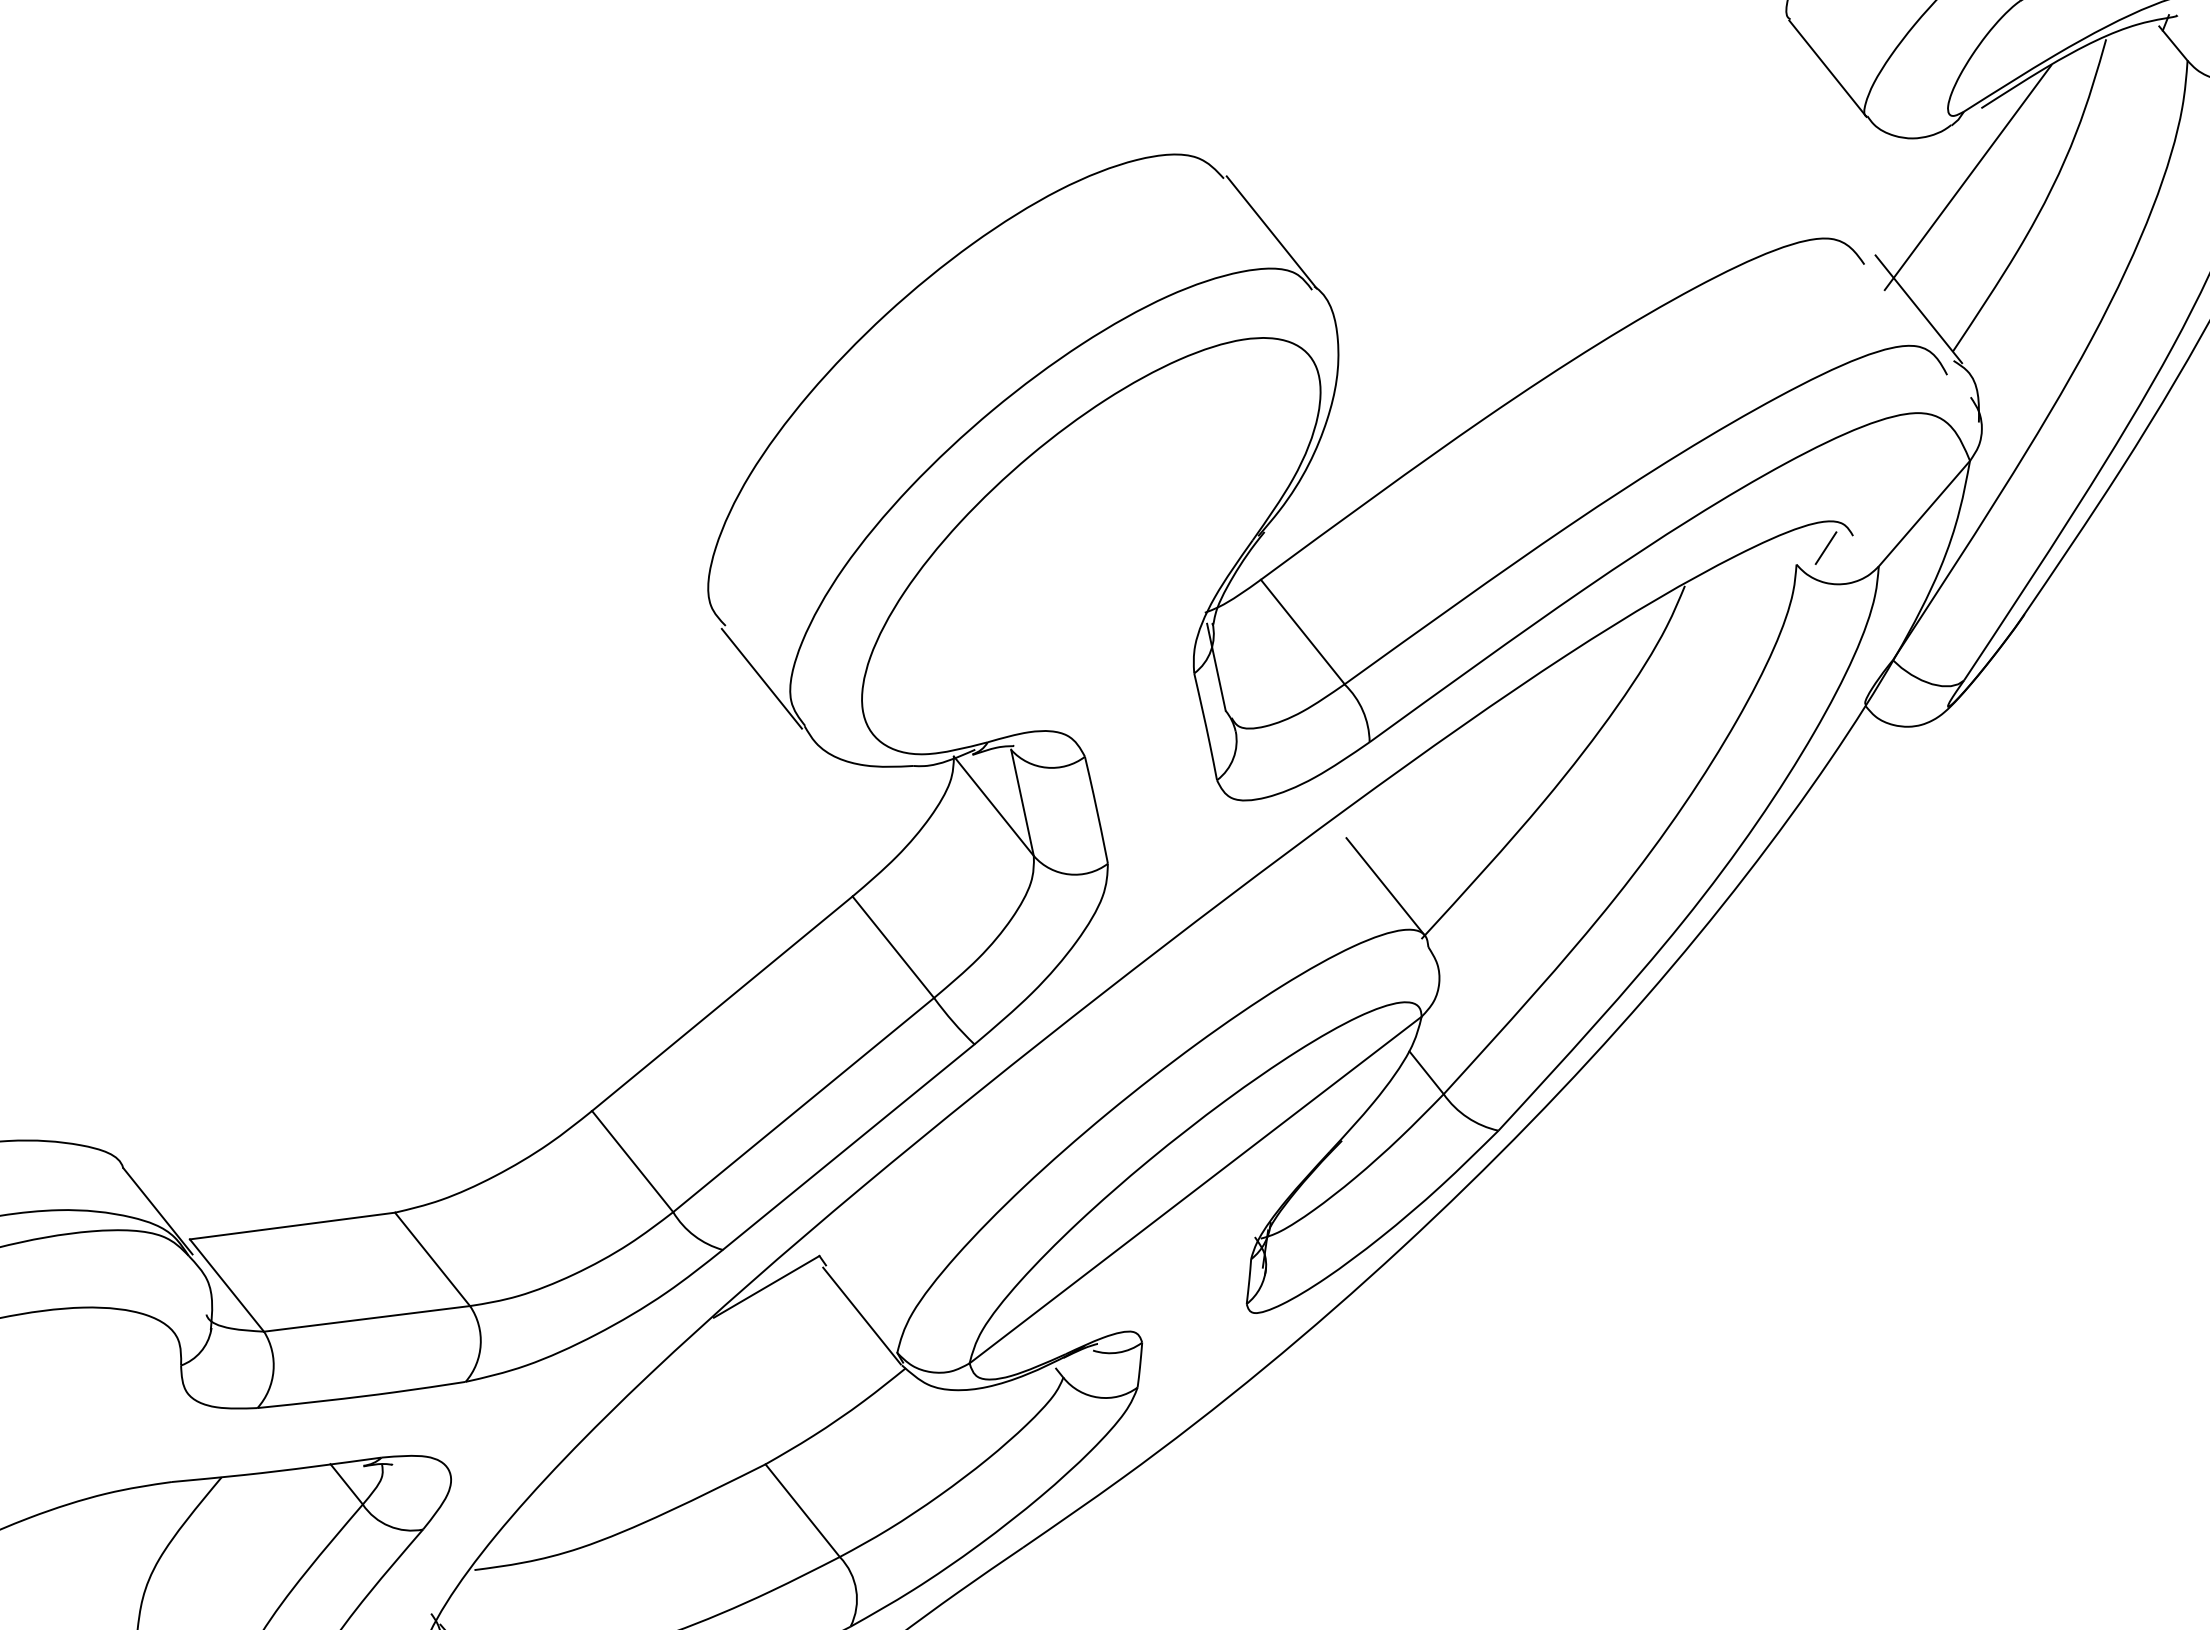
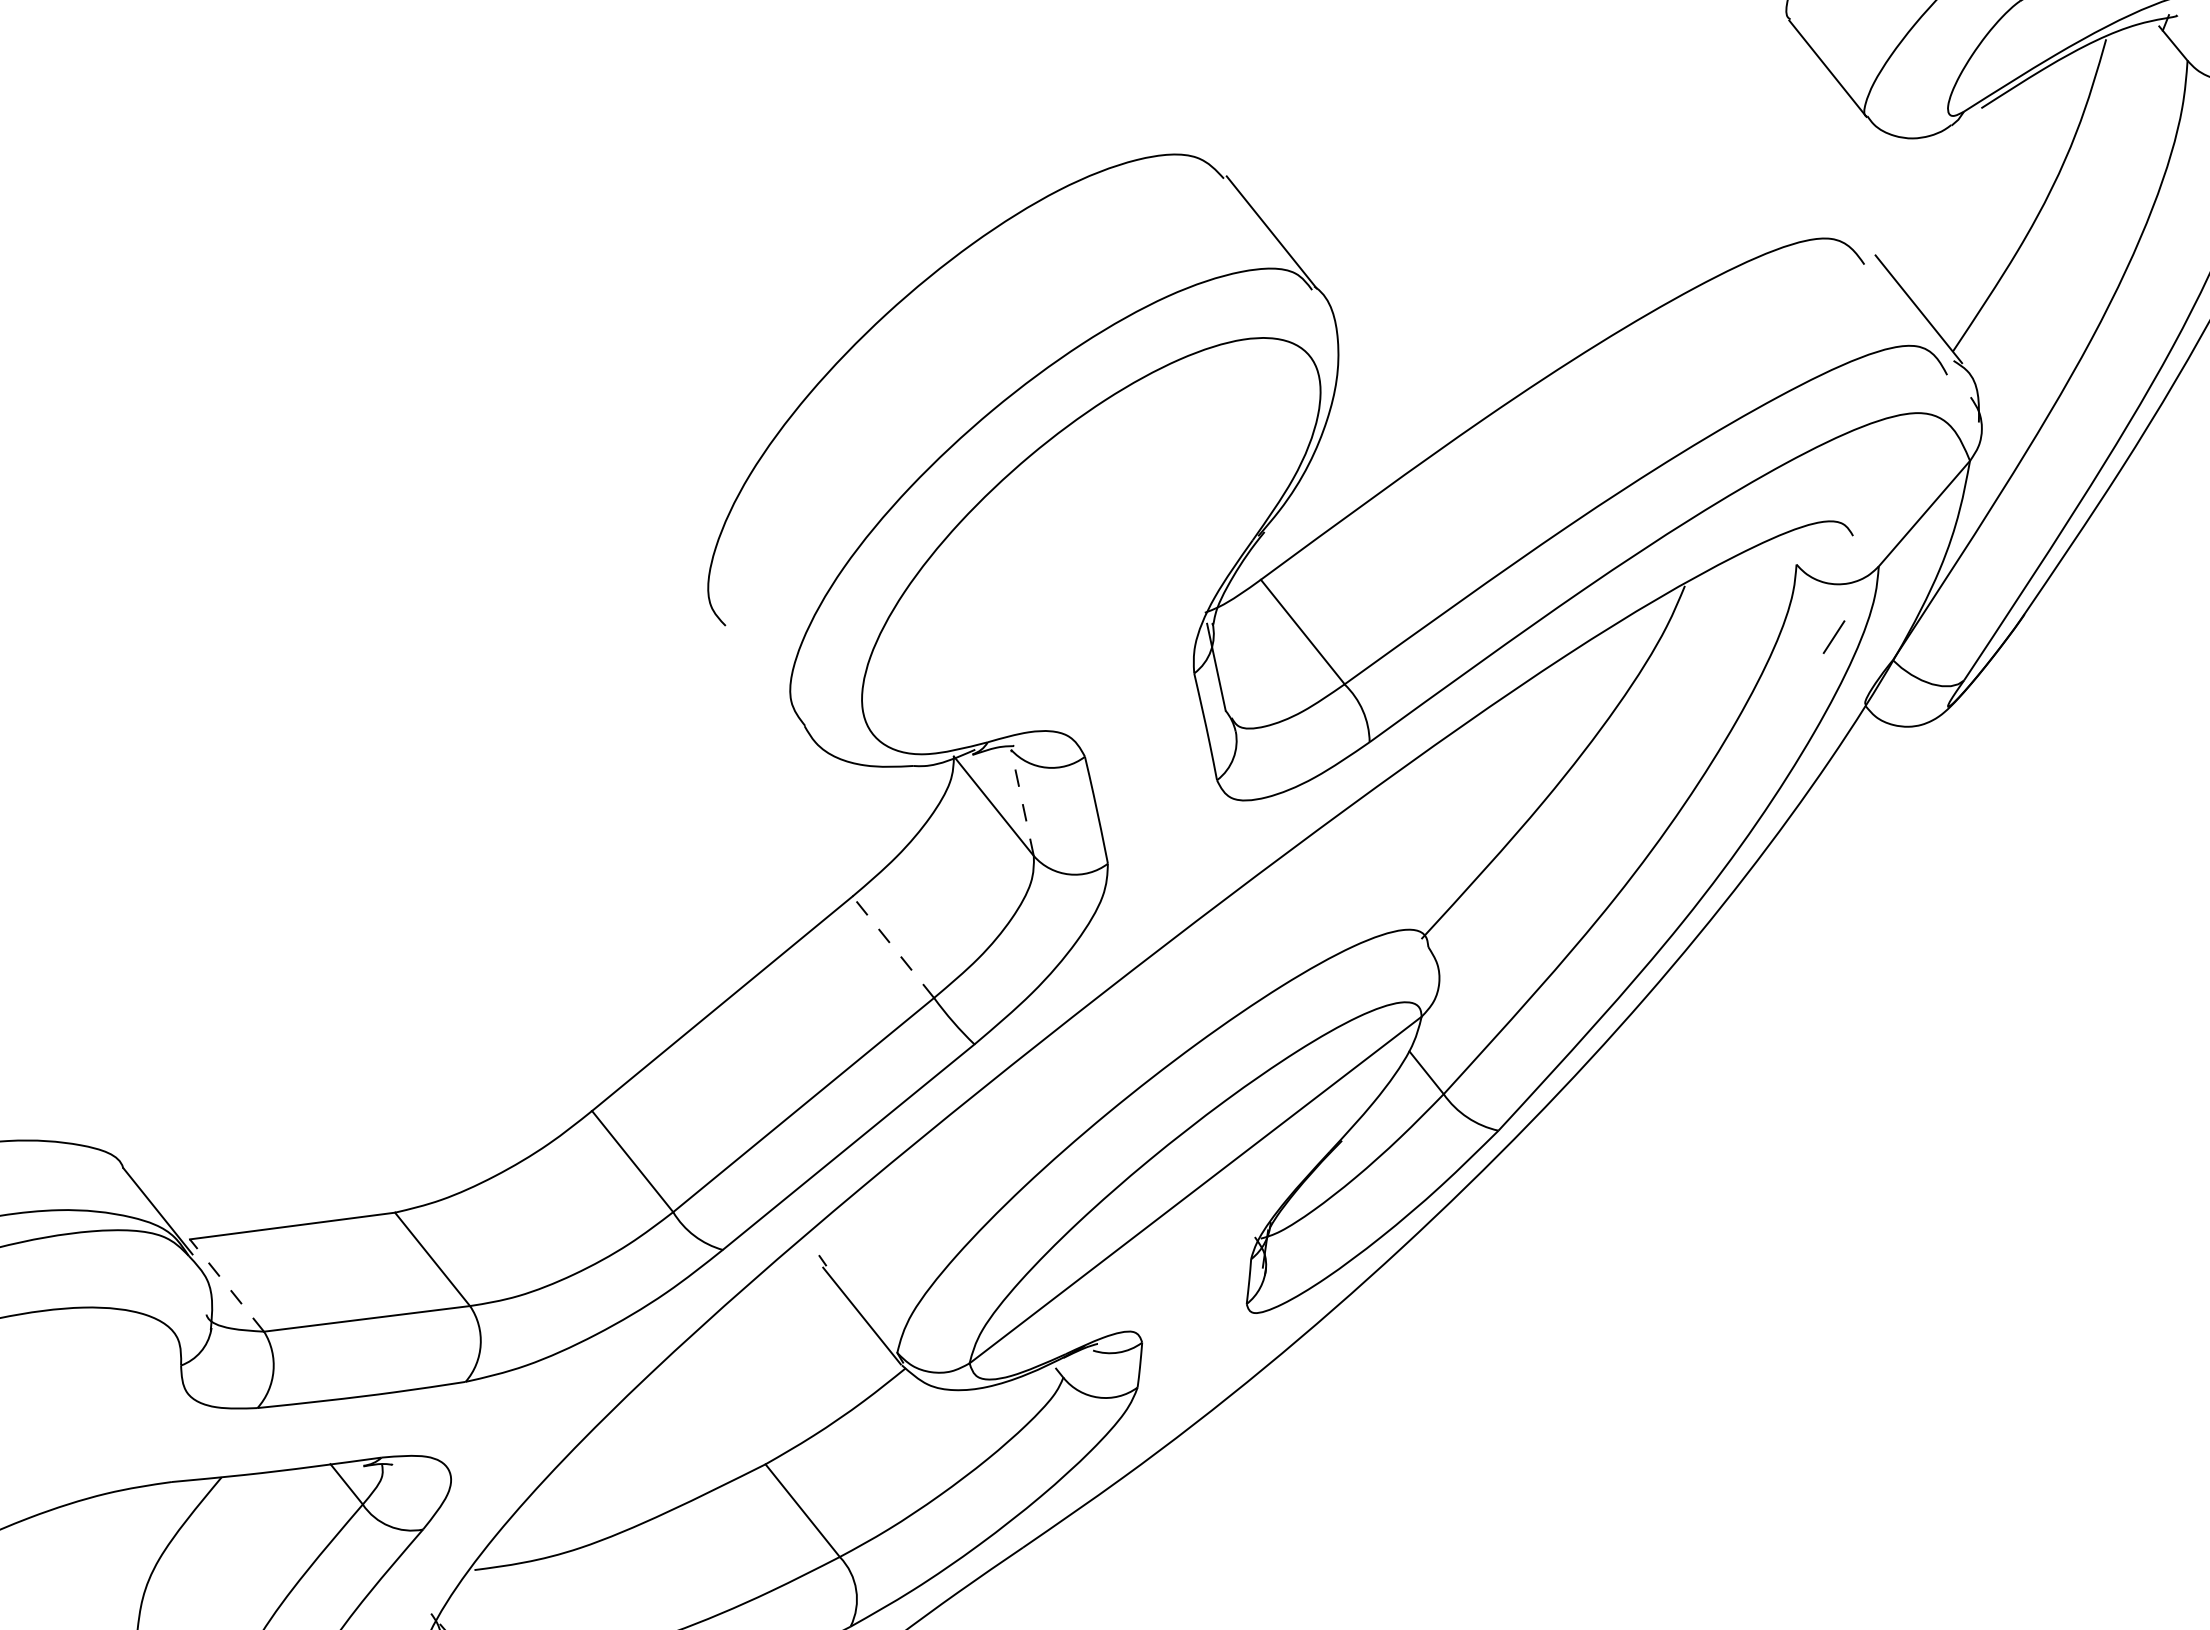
line at (1967, 177): present -> none
line at (1825, 547) position: (1825, 547) -> (1833, 636)
line at (761, 678): present -> none
line at (1022, 802): solid -> dashed
line at (1385, 886): present -> none
line at (893, 946): solid -> dashed
line at (226, 1285): solid -> dashed
line at (766, 1286): present -> none
